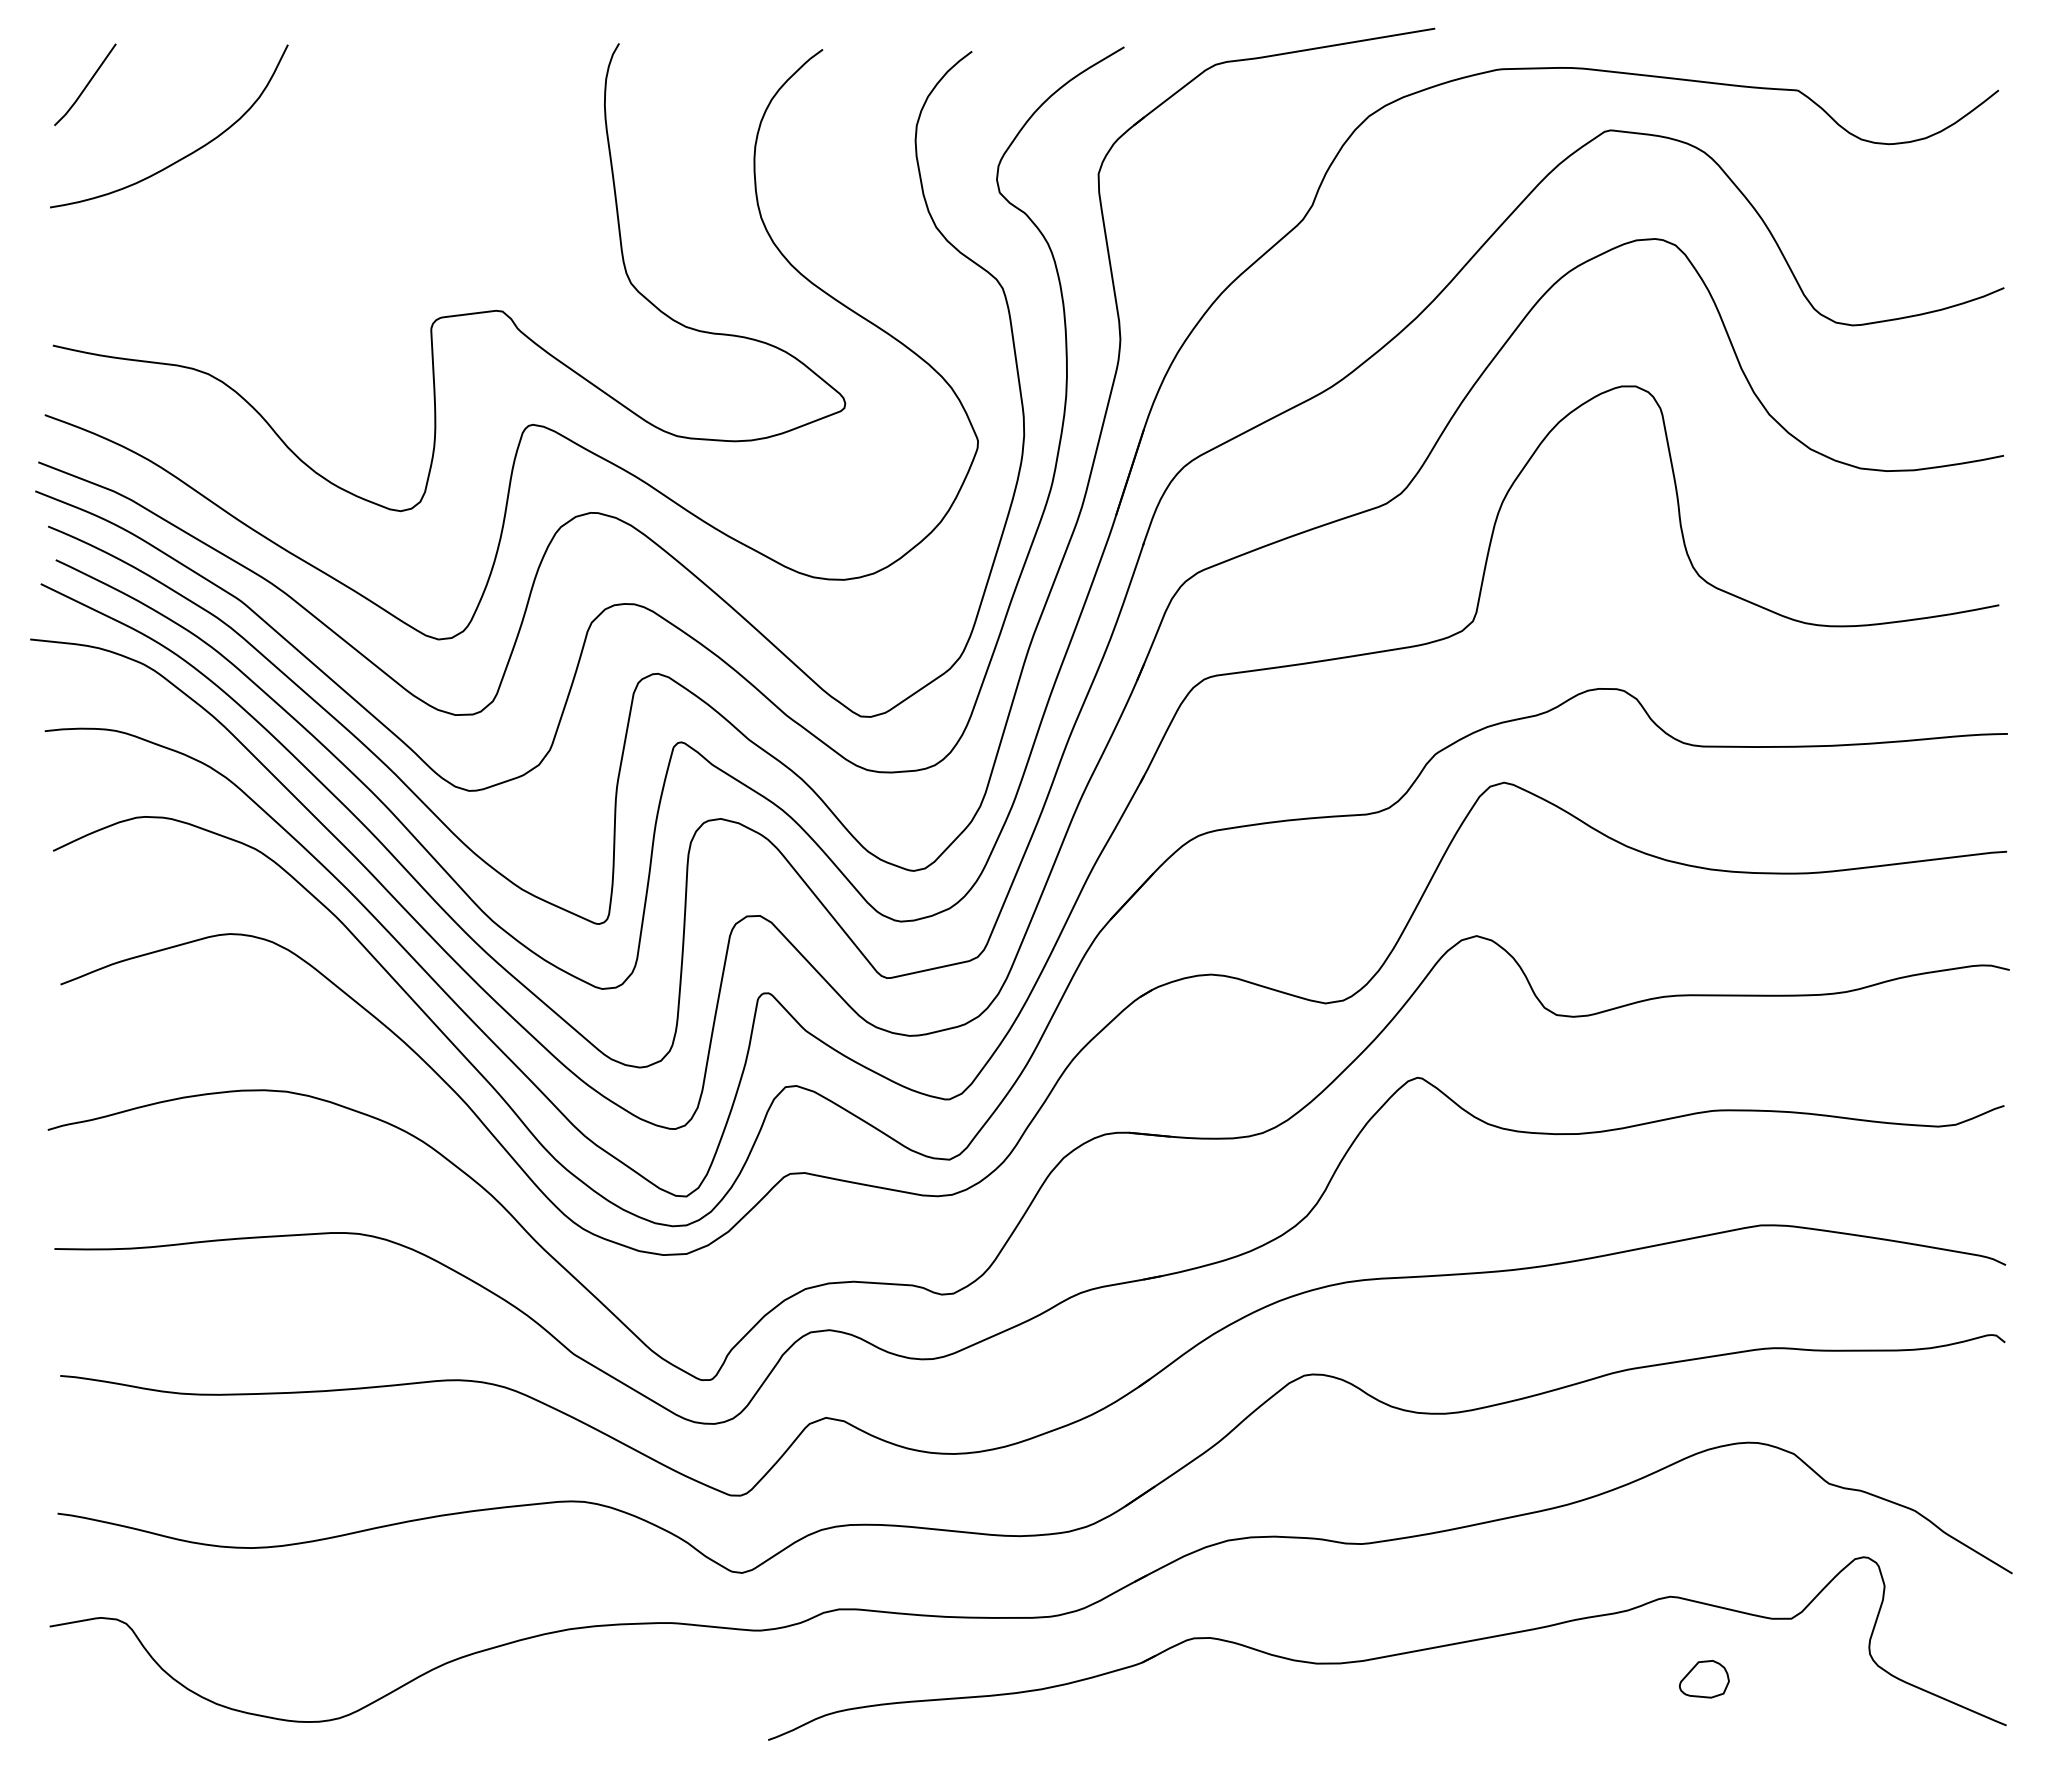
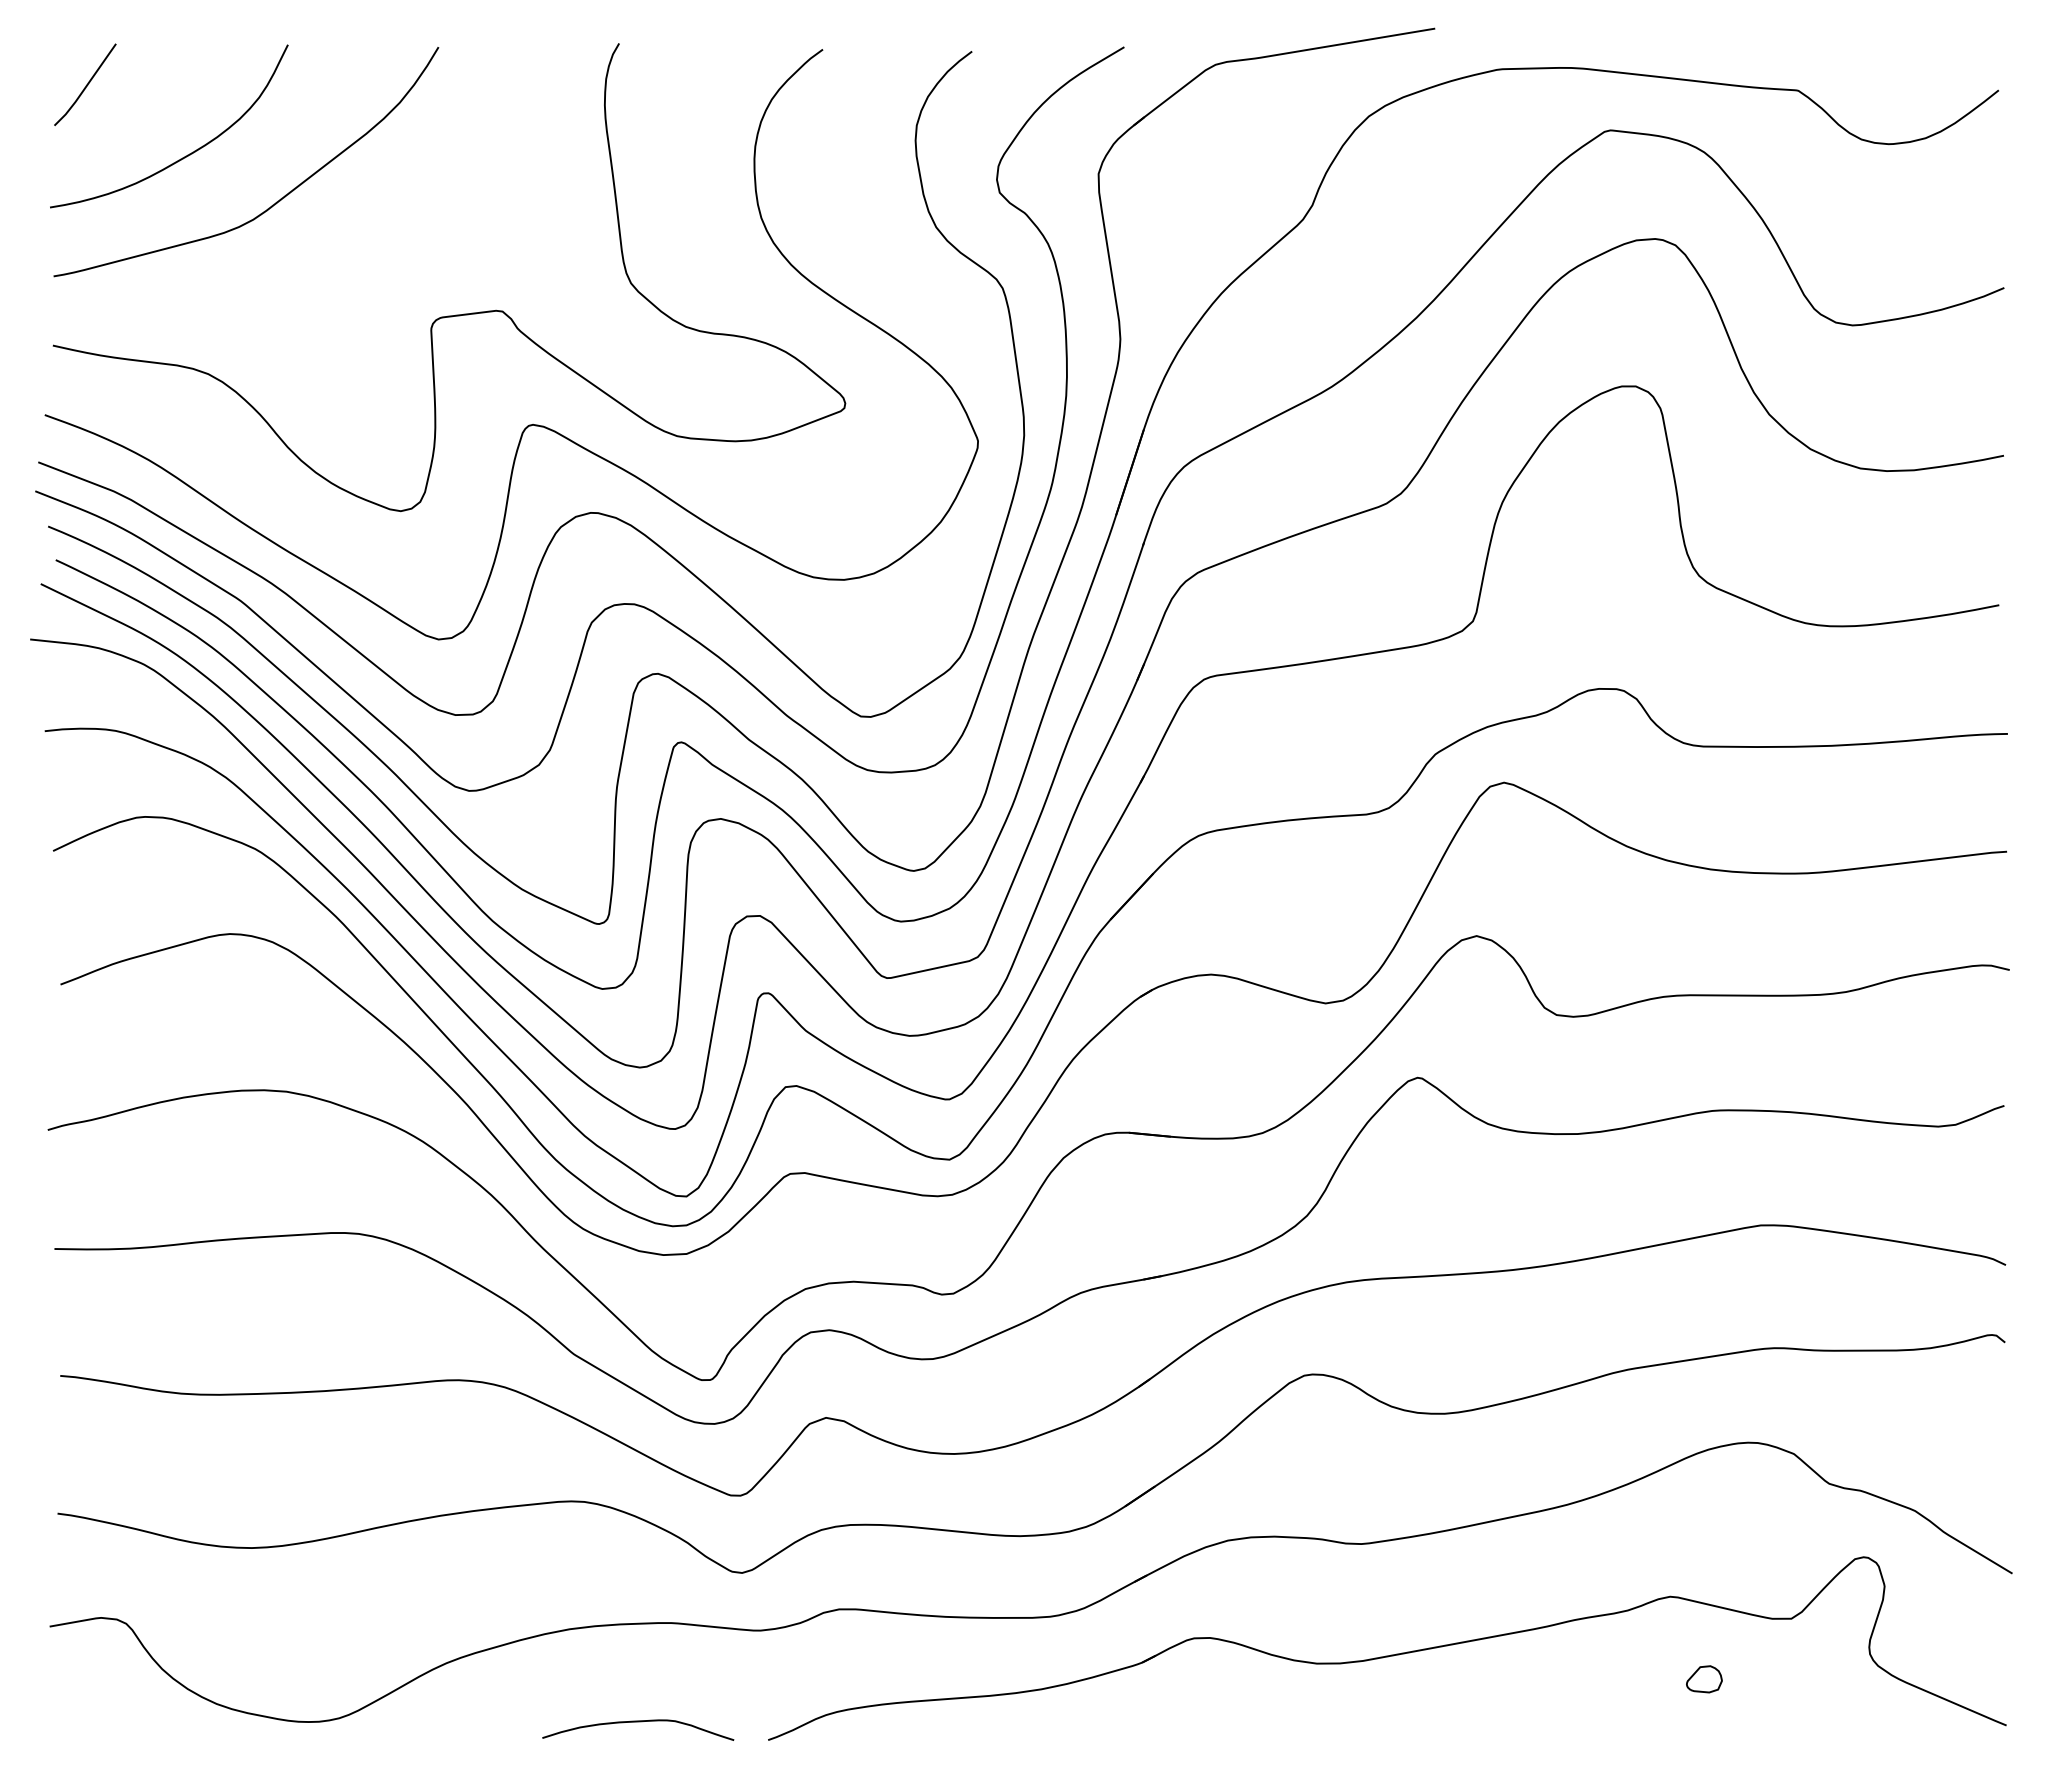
curve at (276, 201): none -> present
part at (1703, 1679) size: 52x39 px -> 37x29 px
curve at (638, 1722): none -> present
